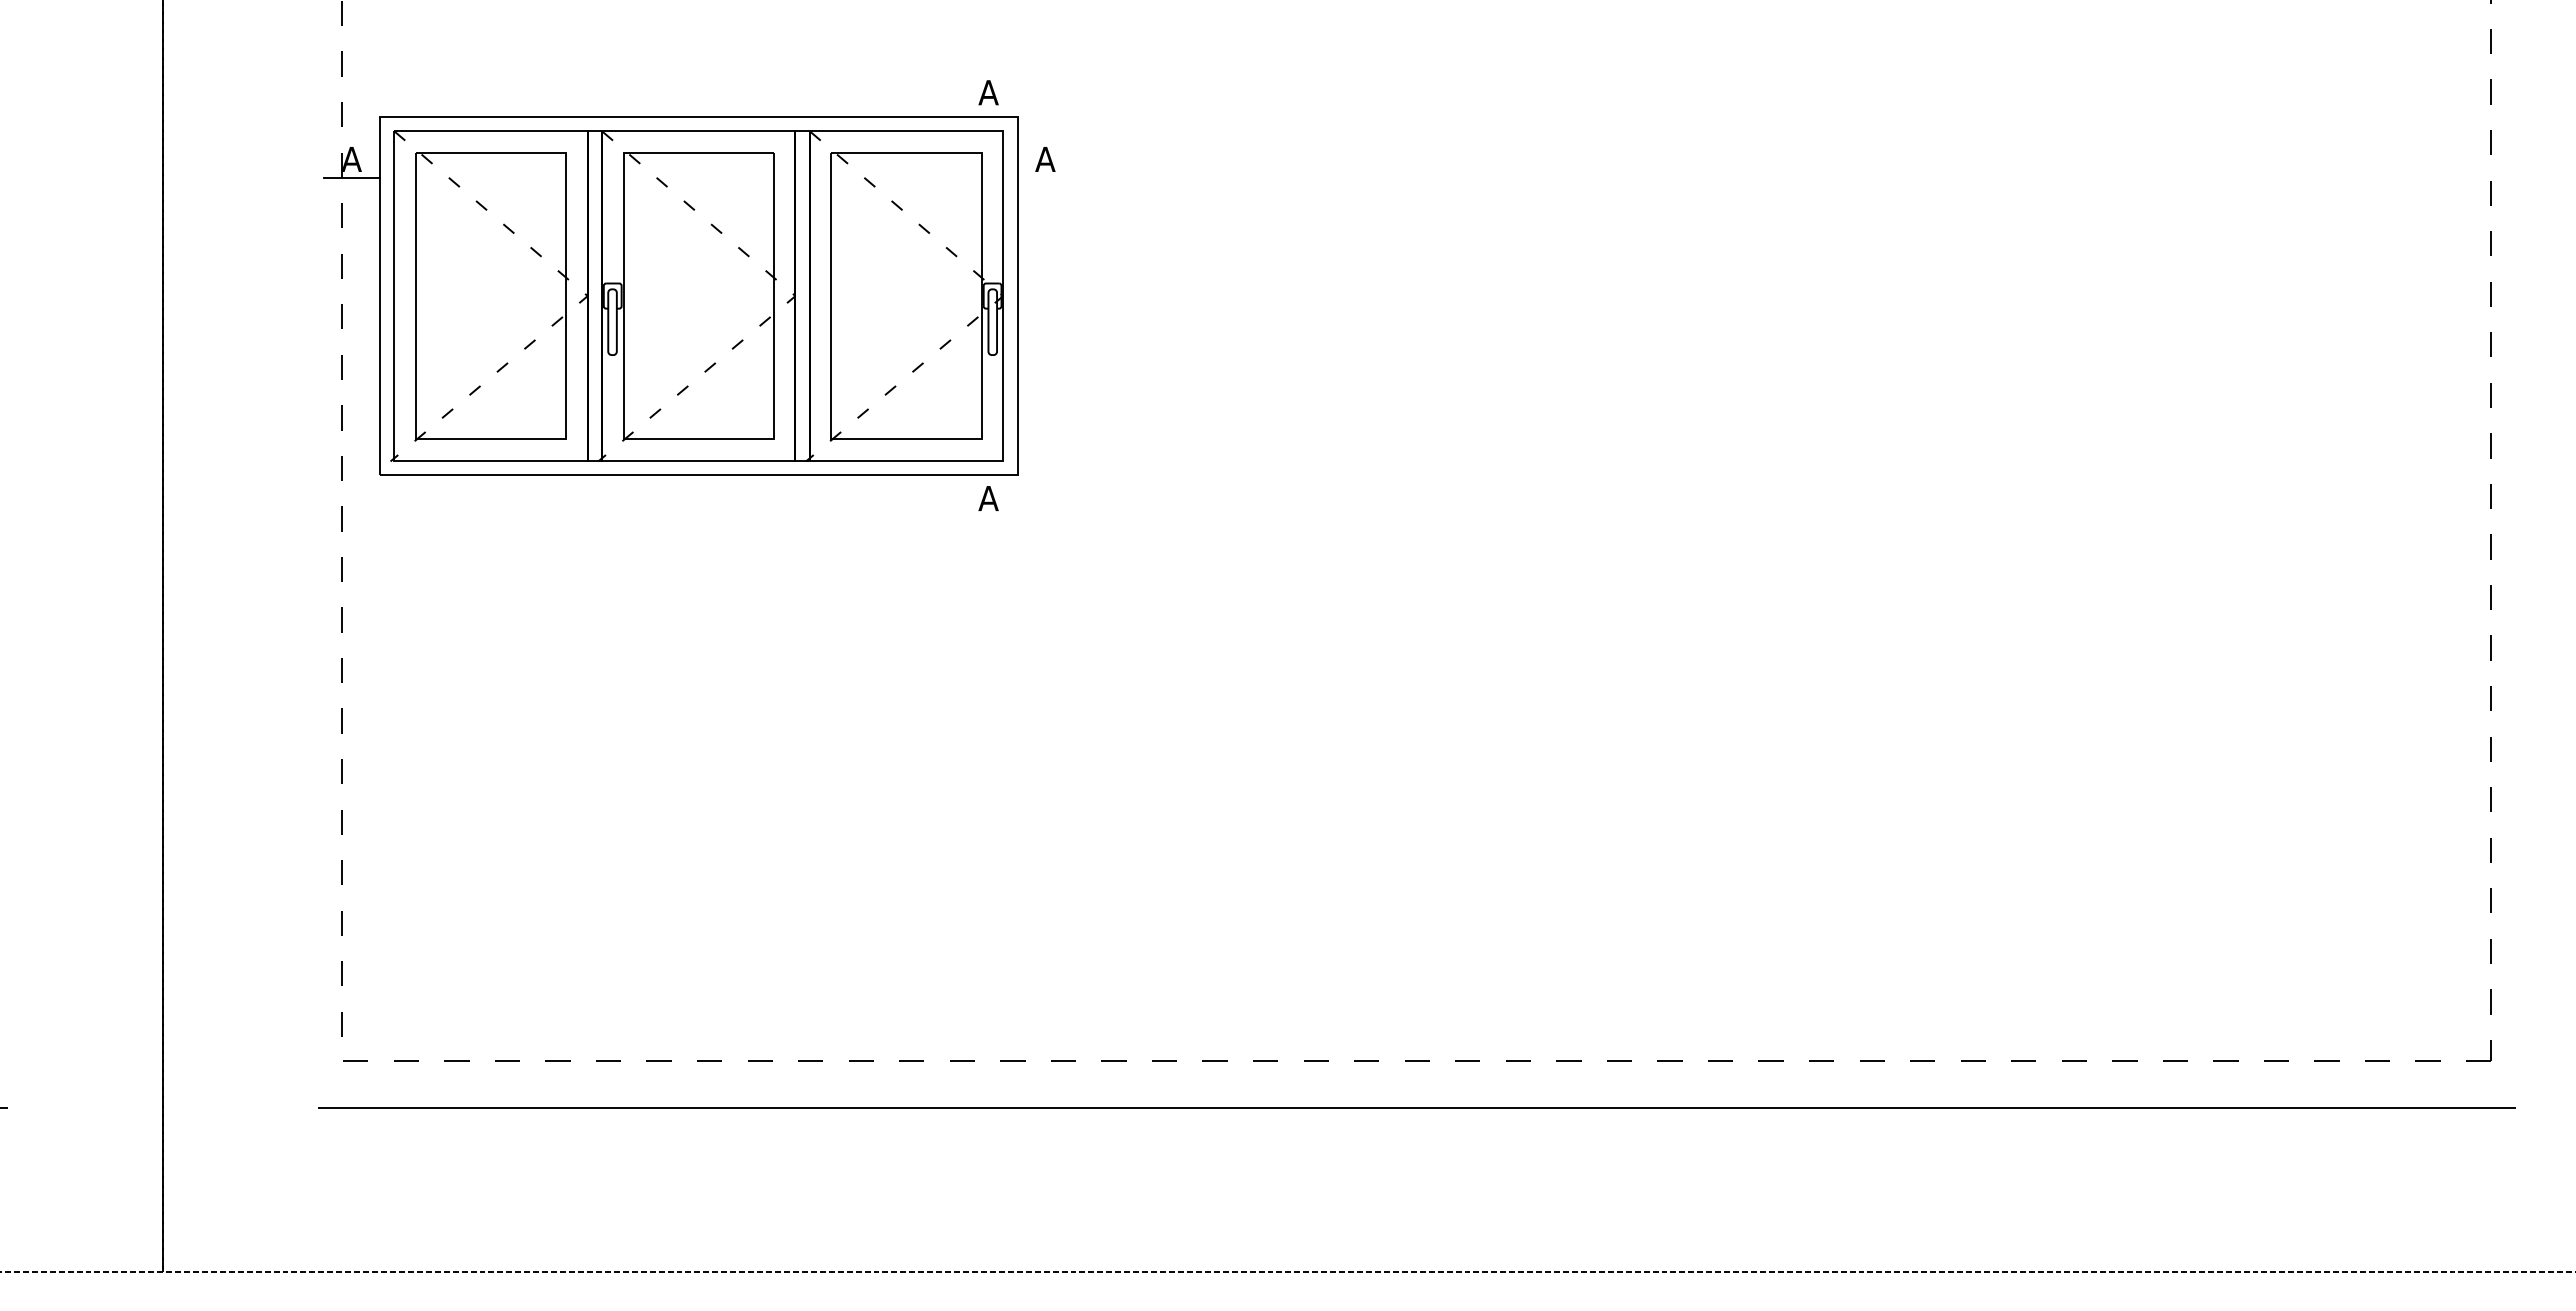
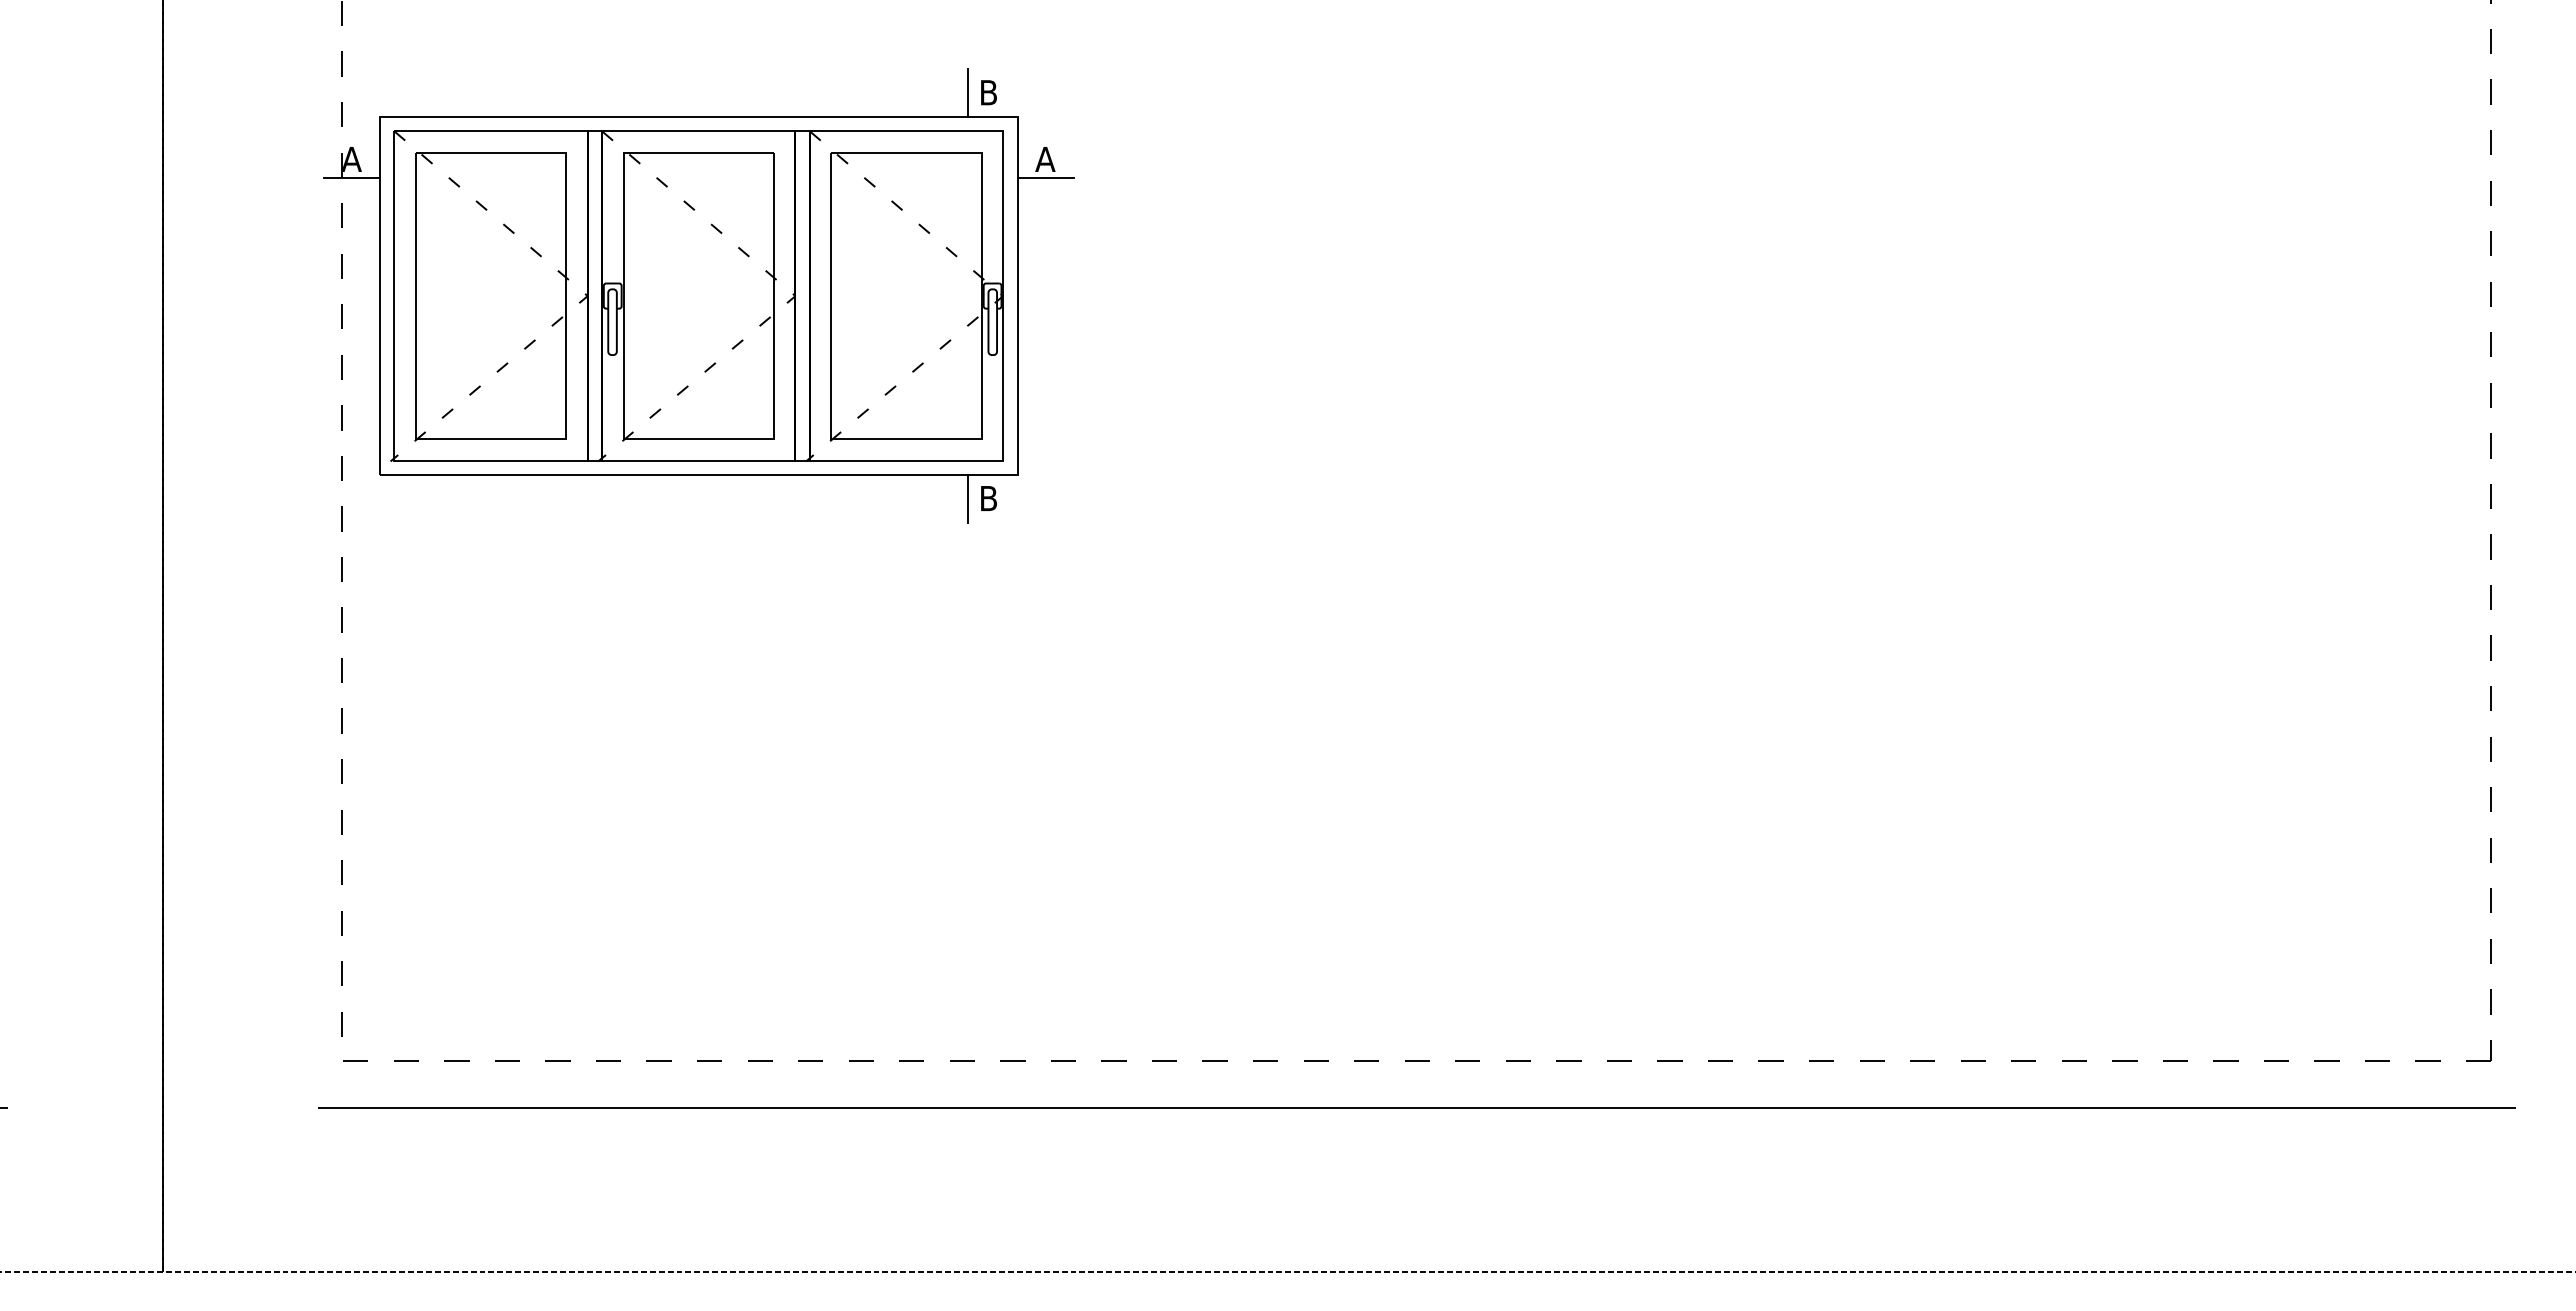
line at (967, 92): none -> present
text at (988, 92): A -> B
line at (1045, 177): none -> present
line at (967, 498): none -> present
text at (988, 498): A -> B
